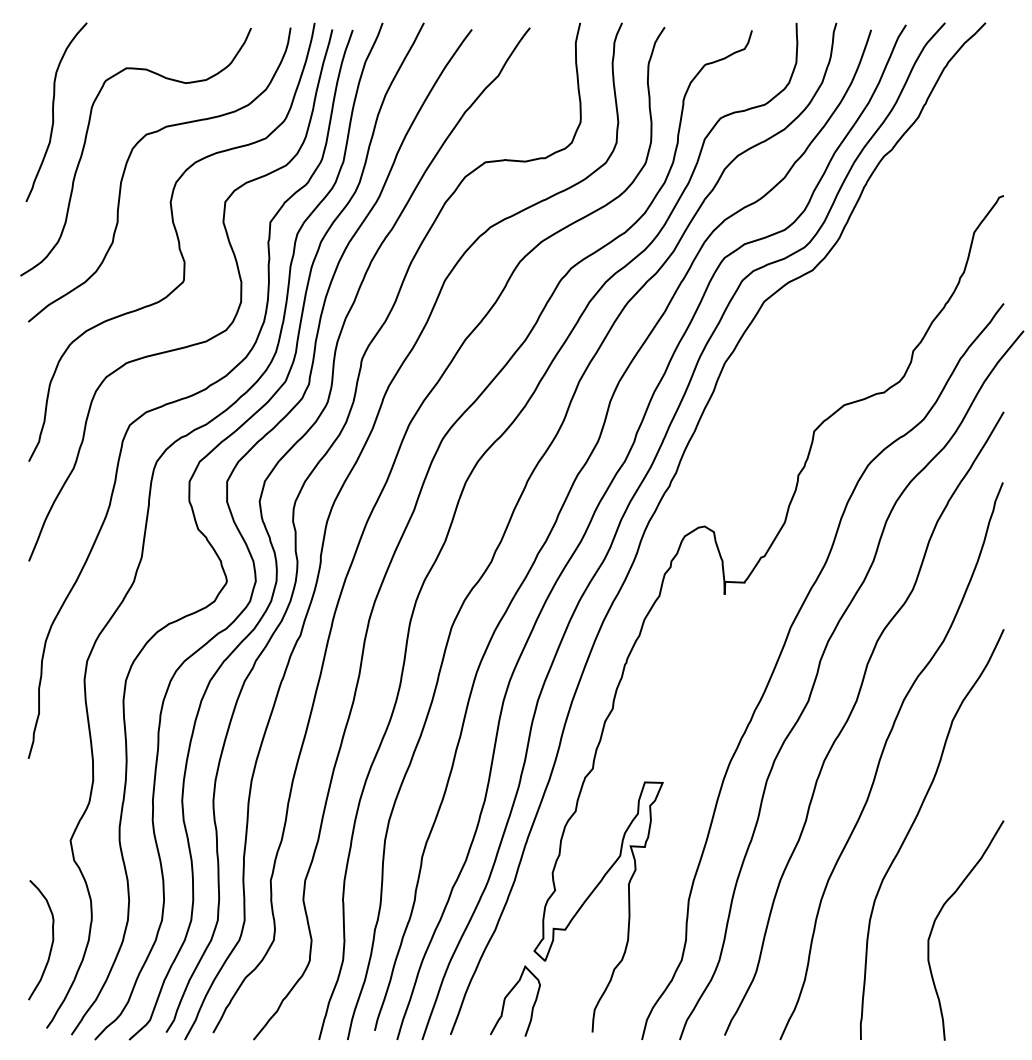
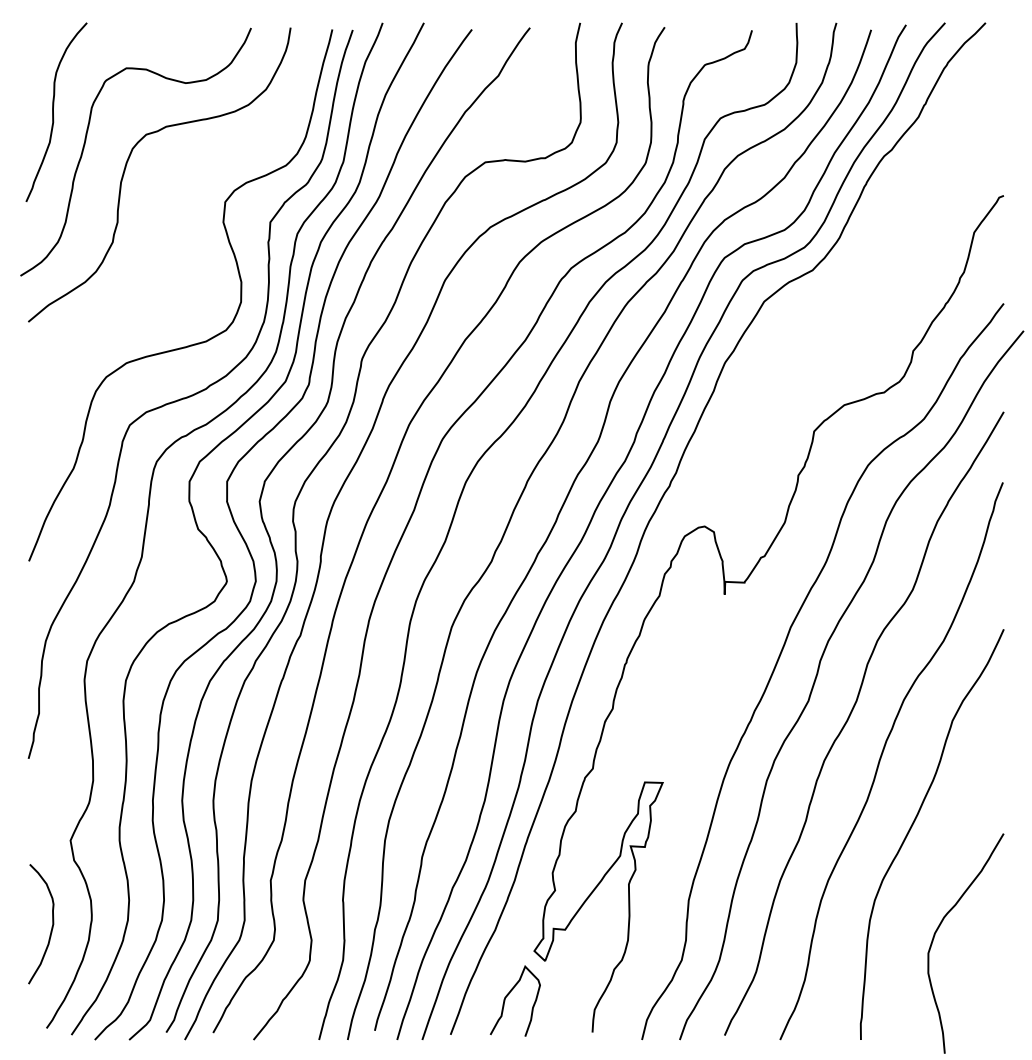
curve at (177, 240): present -> none
curve at (938, 916) position: (938, 916) -> (938, 929)
curve at (51, 942) position: (51, 942) -> (51, 926)
